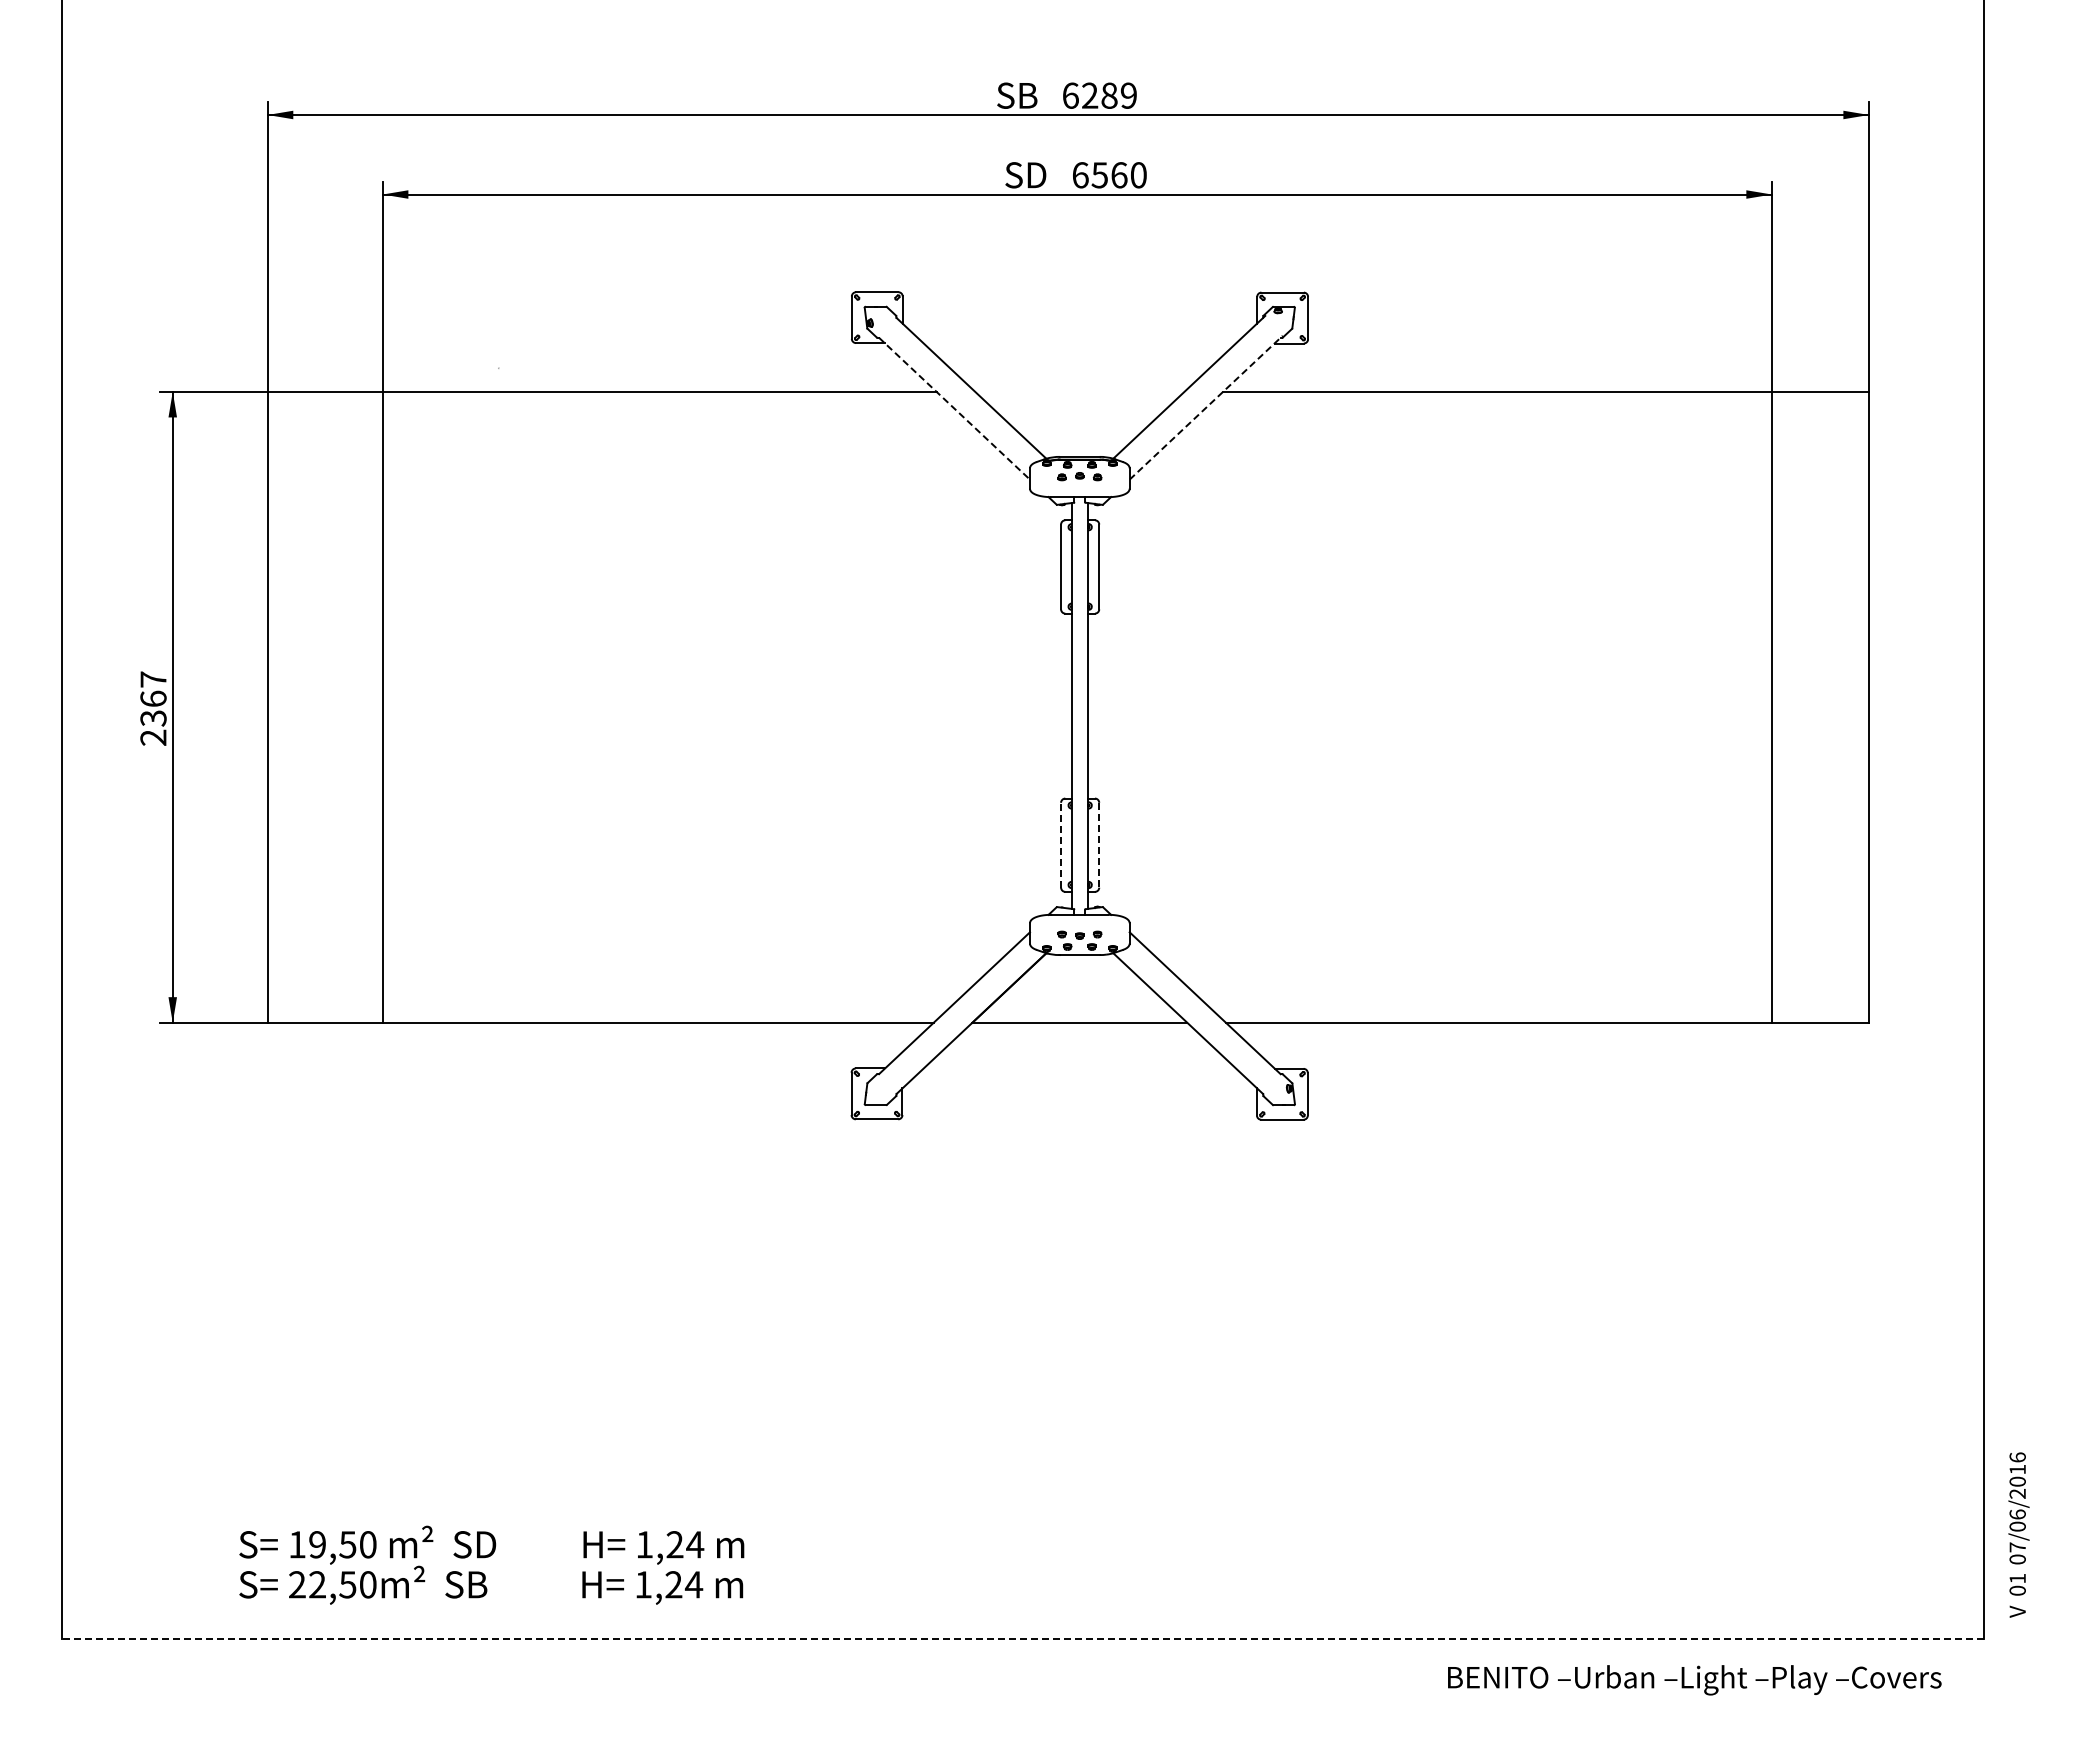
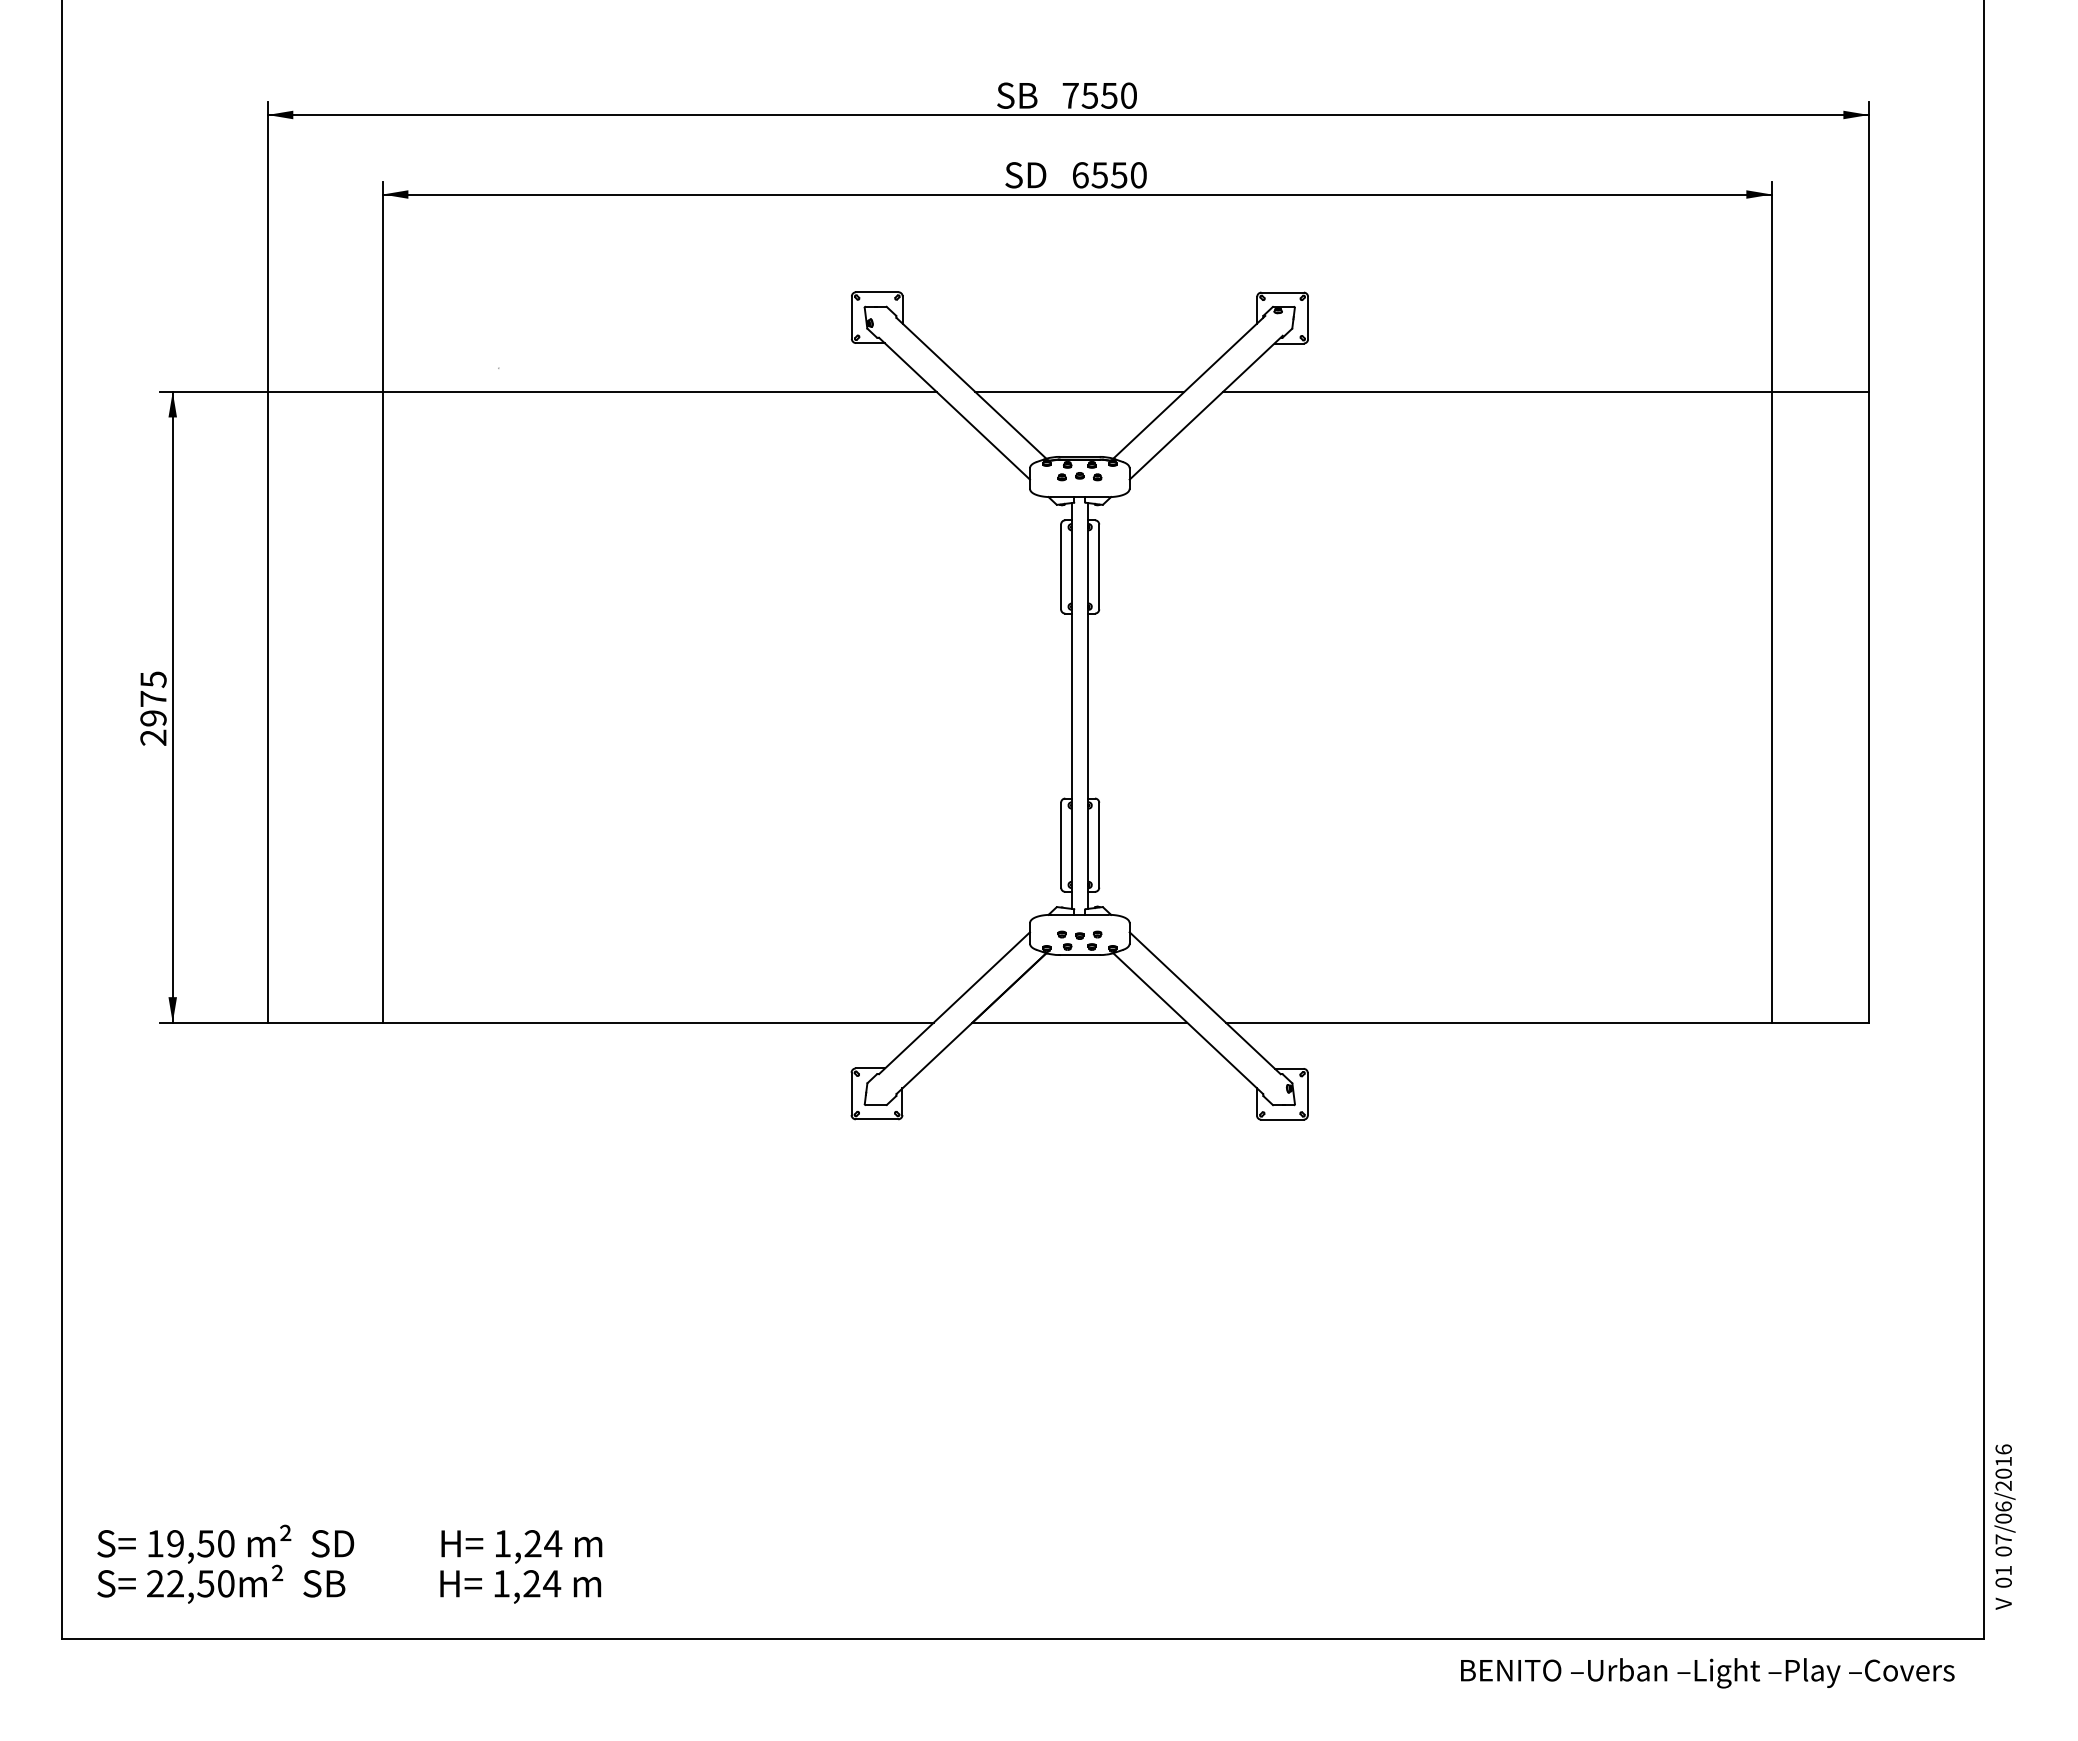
text at (1099, 95): 6289 -> 7550
text at (1119, 175): 6560 -> 6550
line at (1079, 391): none -> present
line at (1206, 407): dashed -> solid
line at (954, 408): dashed -> solid
text at (153, 698): 2367 -> 2975
line at (1061, 844): dashed -> solid
line at (1099, 845): dashed -> solid
text at (2018, 1534) position: (2018, 1534) -> (2004, 1526)
text at (491, 1564) position: (491, 1564) -> (349, 1563)
line at (1023, 1639): dashed -> solid
text at (1694, 1680) position: (1694, 1680) -> (1707, 1673)
